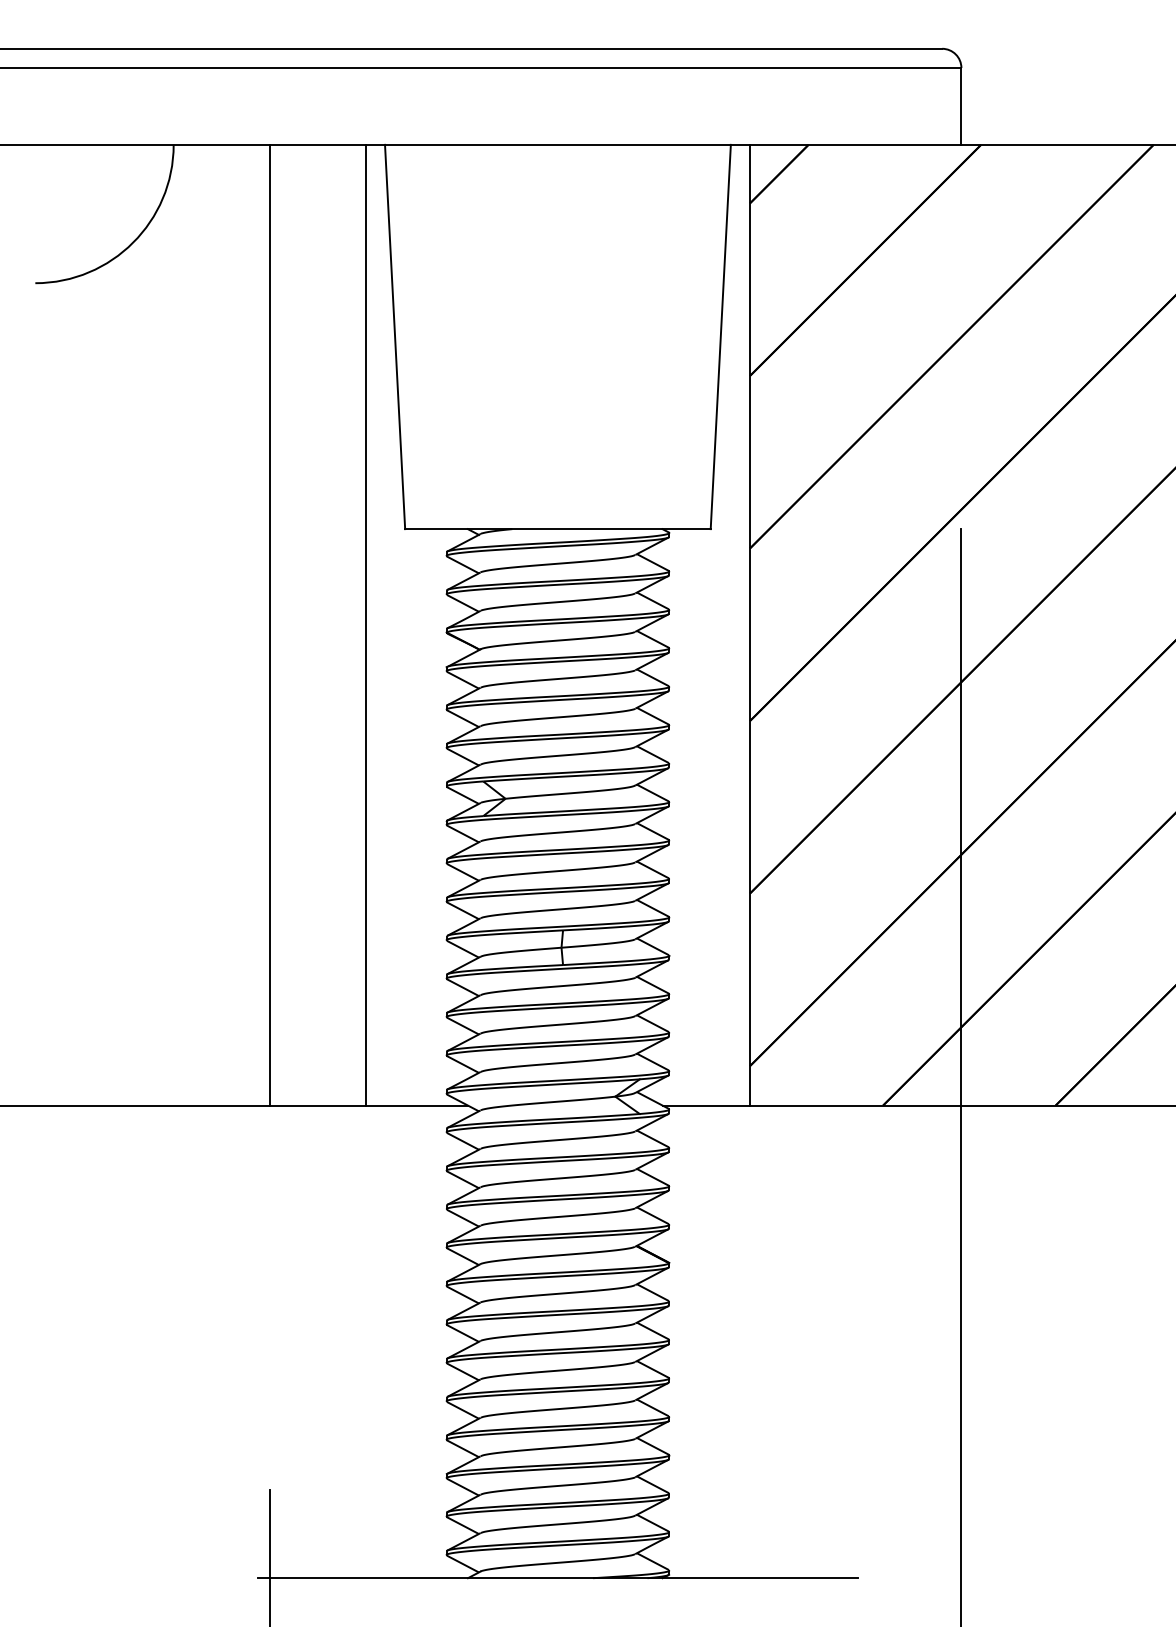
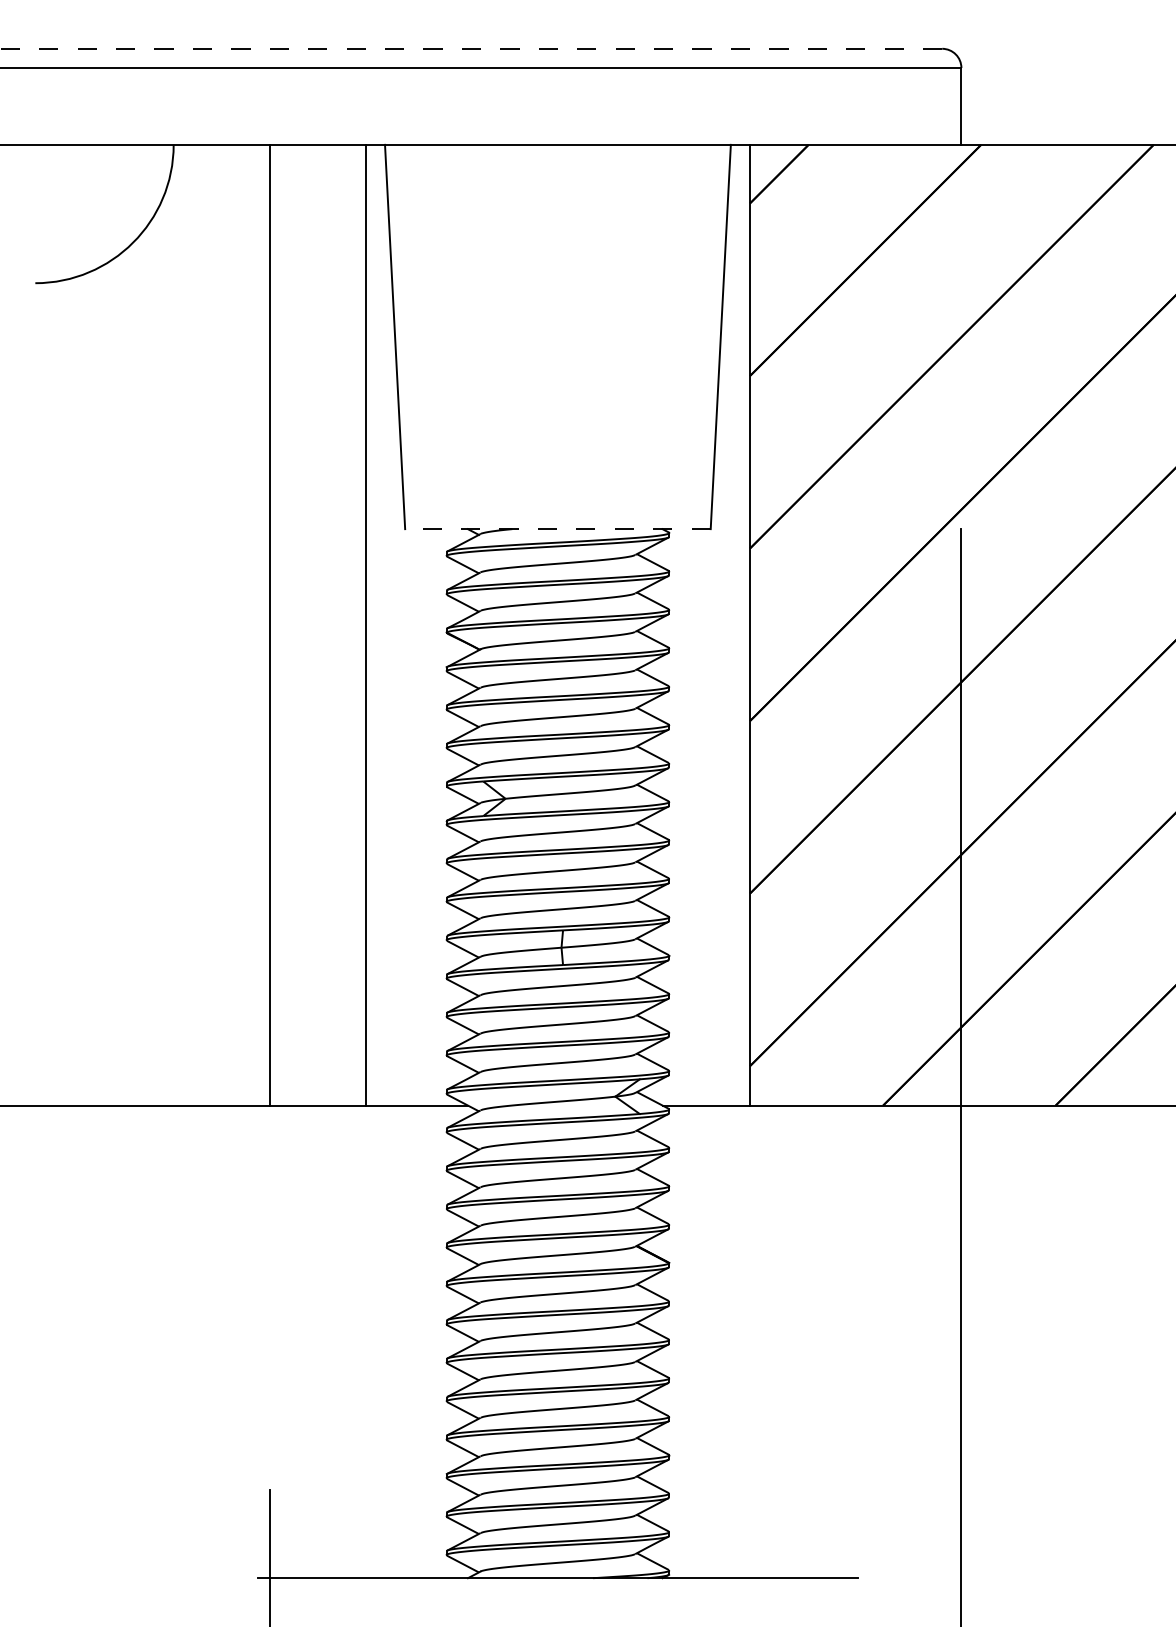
line at (471, 48): solid -> dashed
line at (557, 529): solid -> dashed
